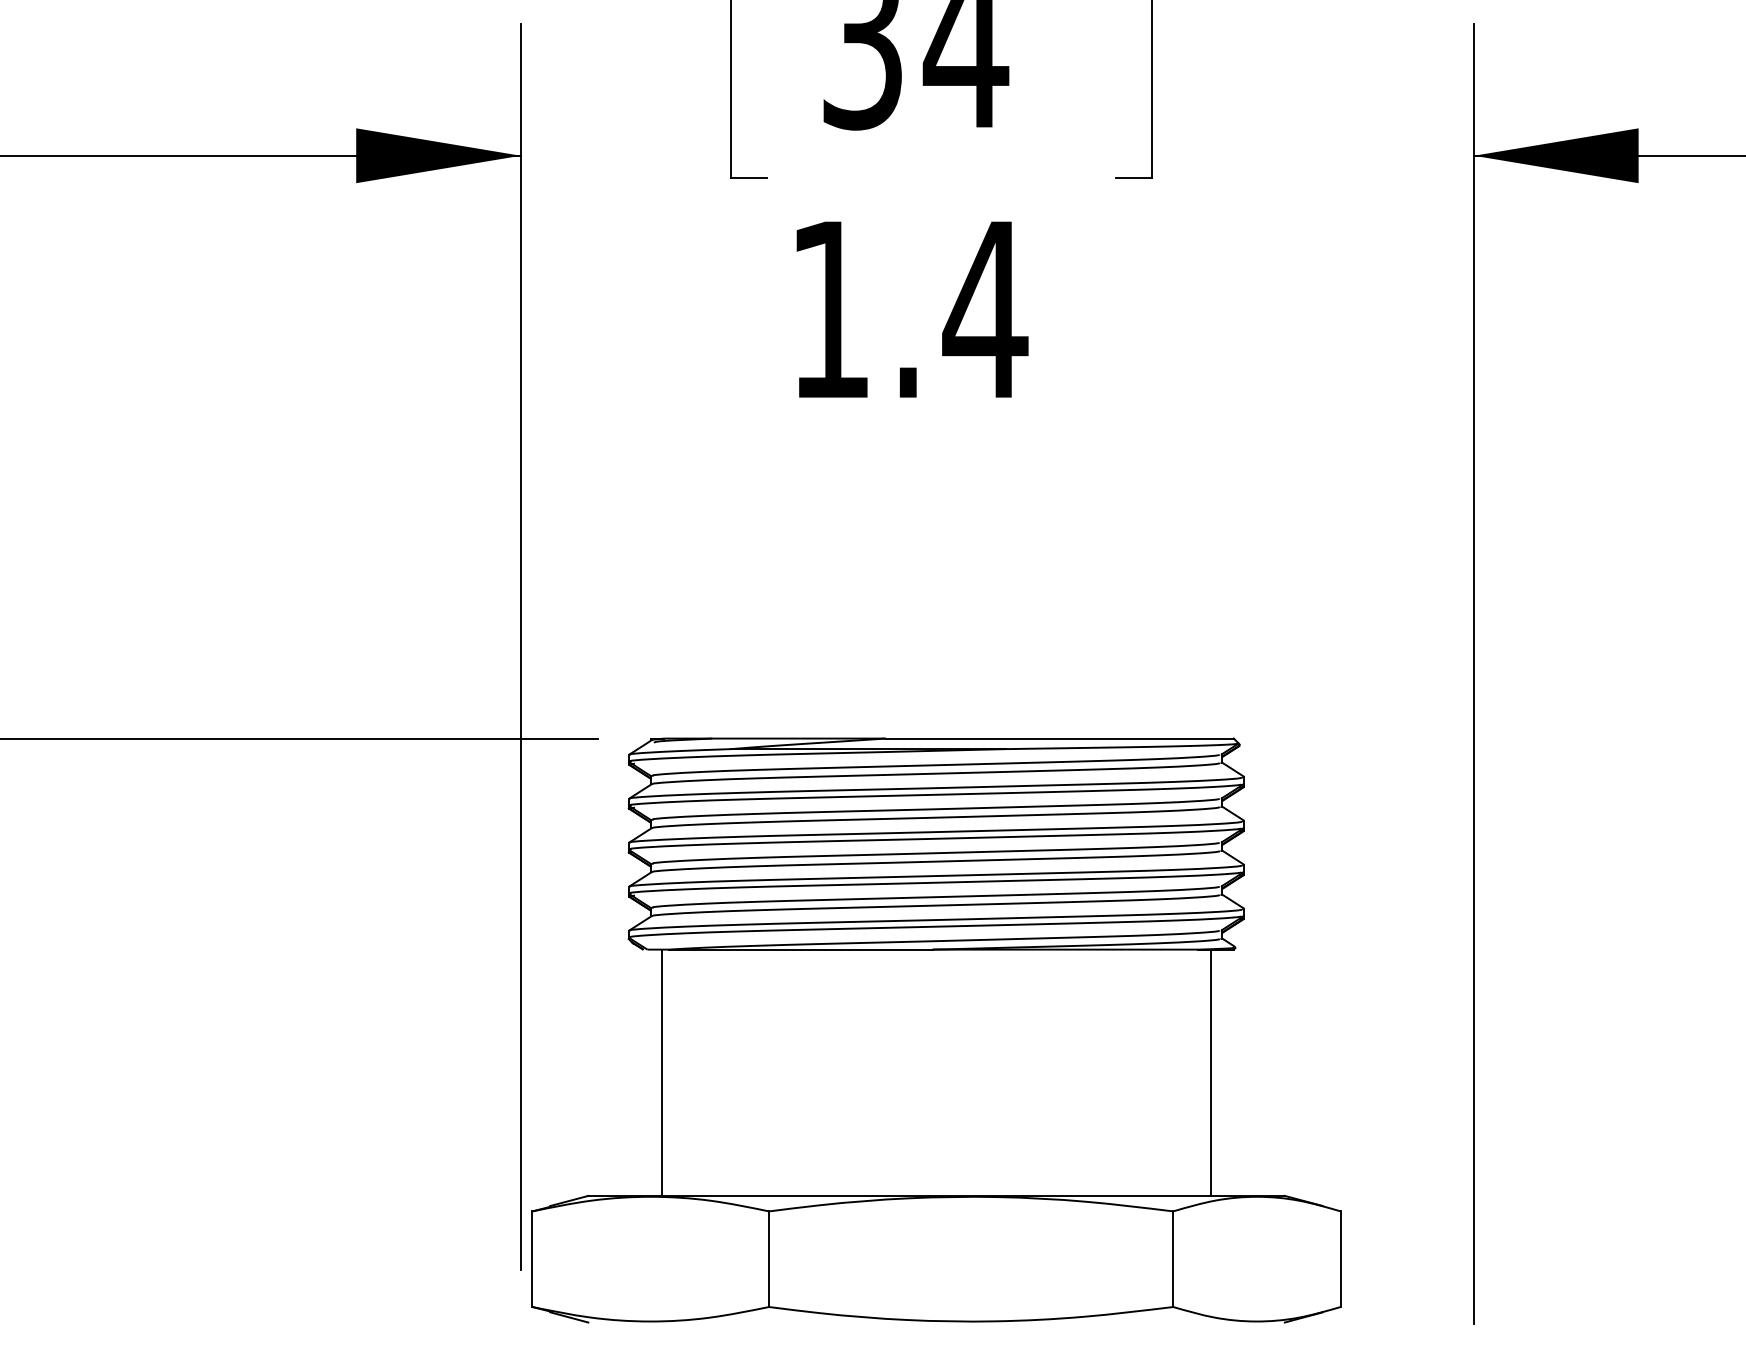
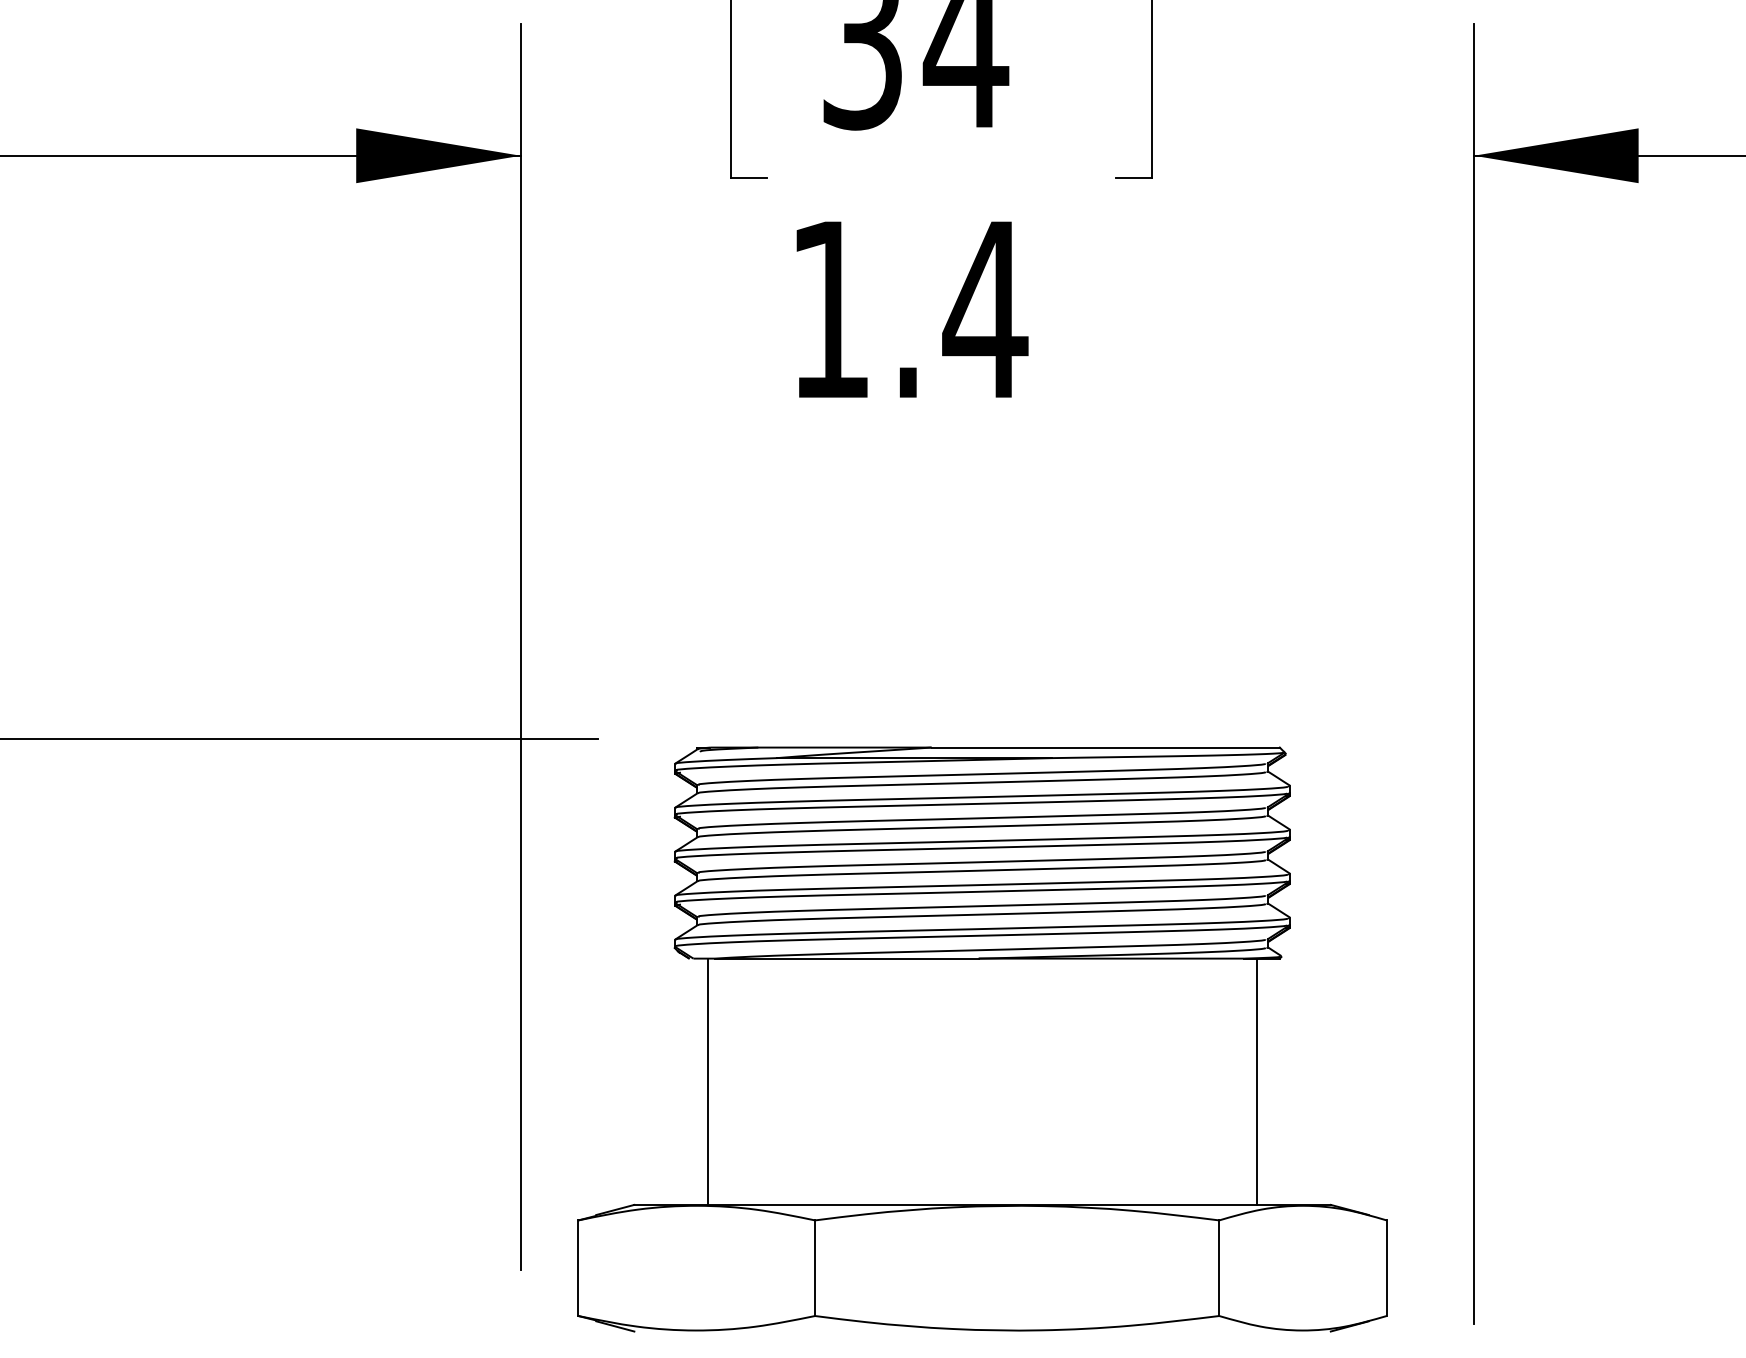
part at (936, 1030) position: (936, 1030) -> (982, 1039)
